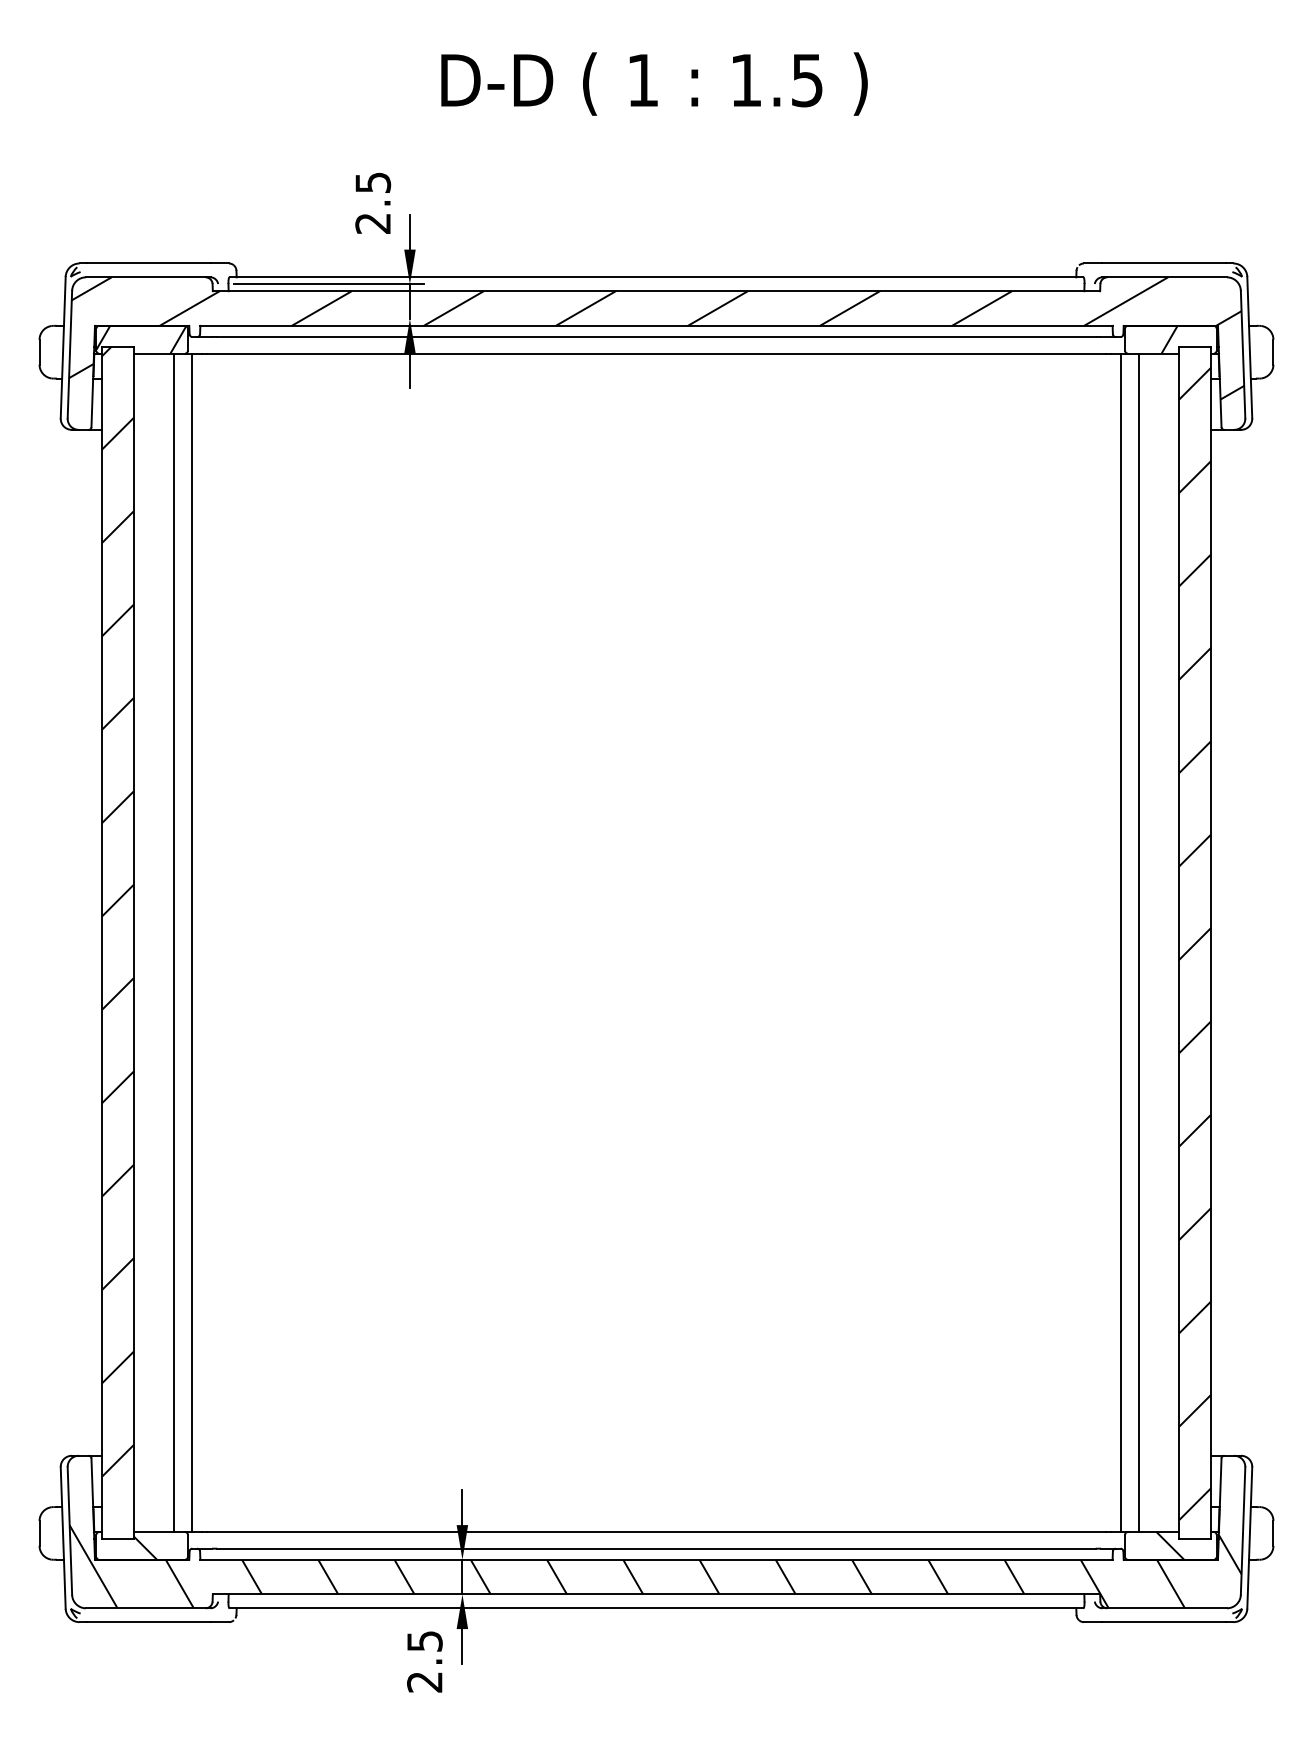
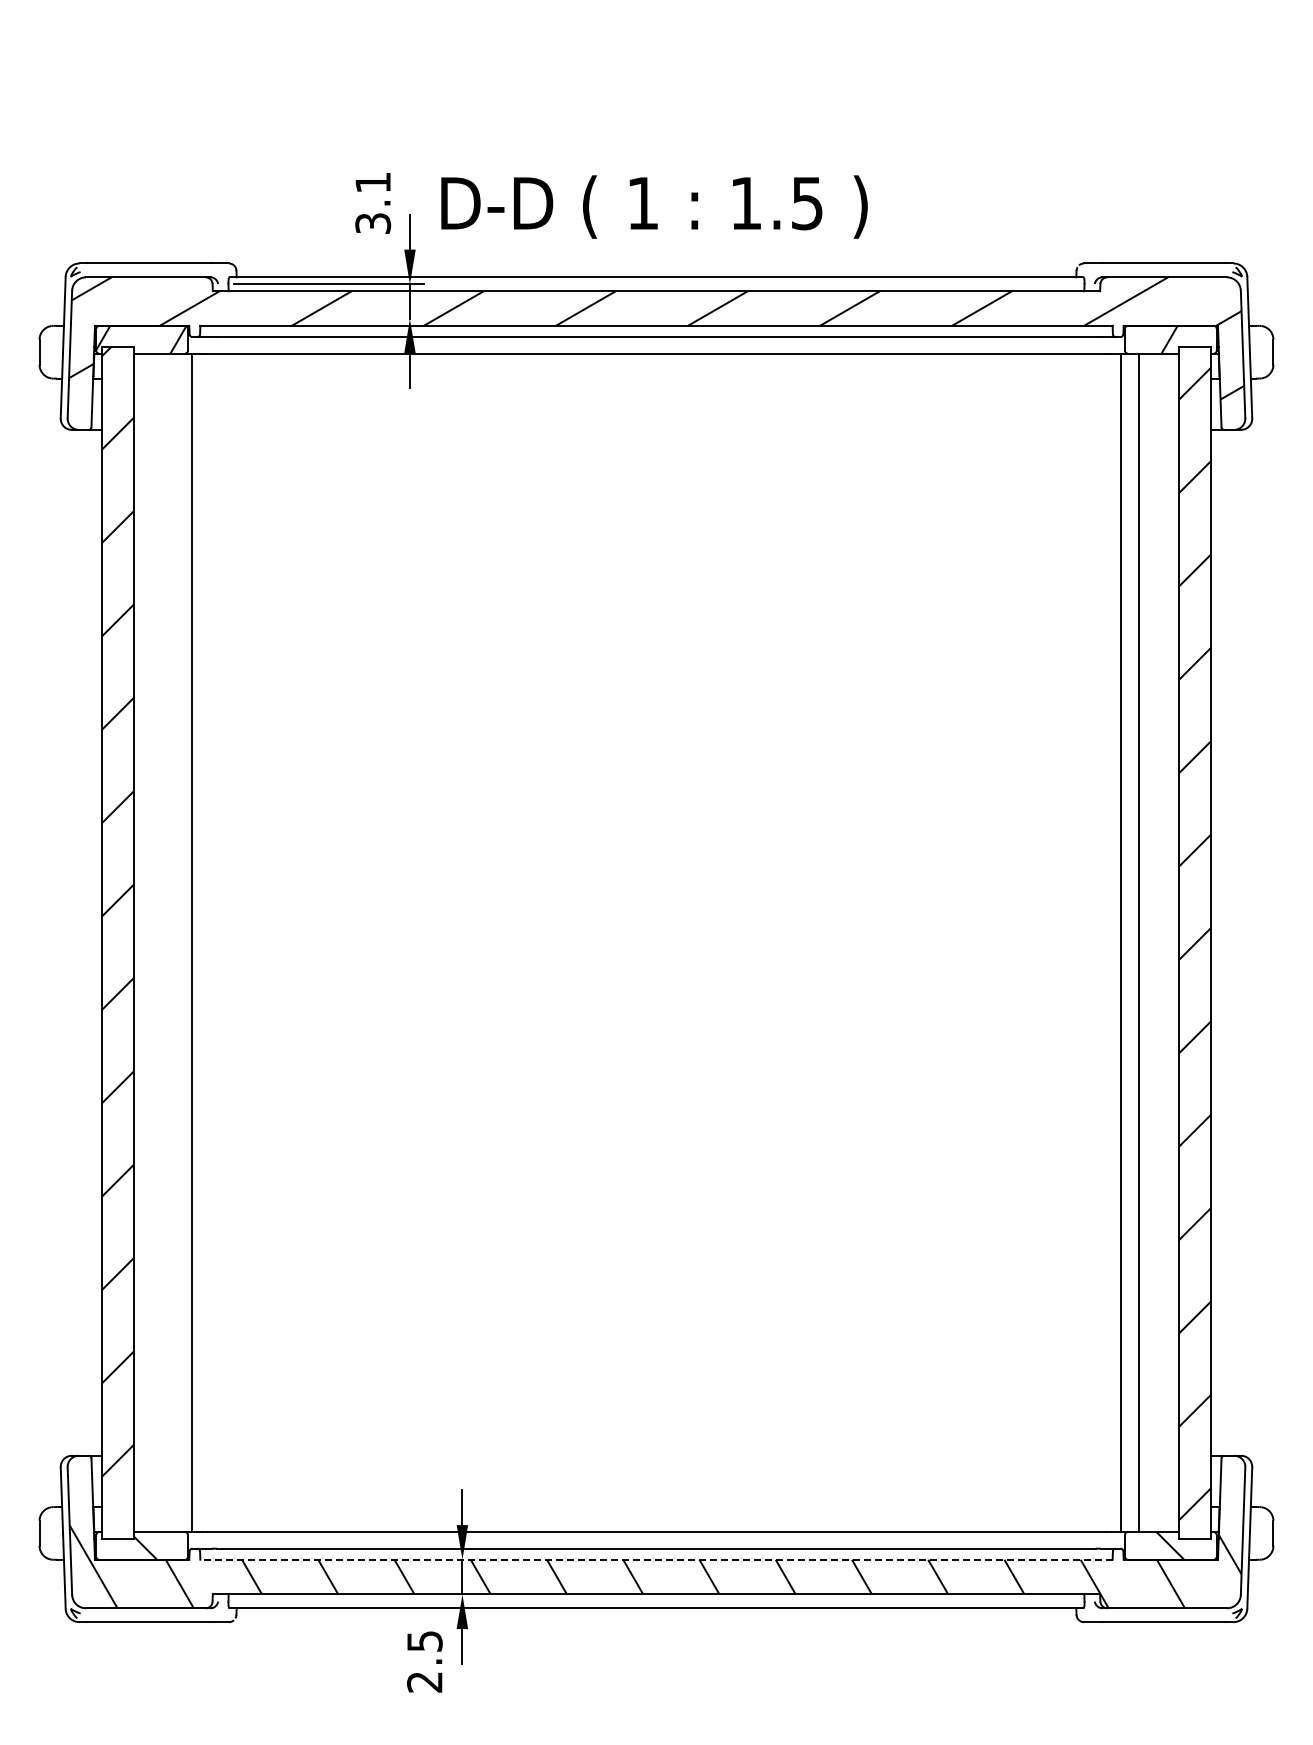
text at (654, 83) position: (654, 83) -> (654, 206)
text at (373, 202): 2.5 -> 3.1
line at (174, 942): present -> none
line at (656, 1559): solid -> dashed
